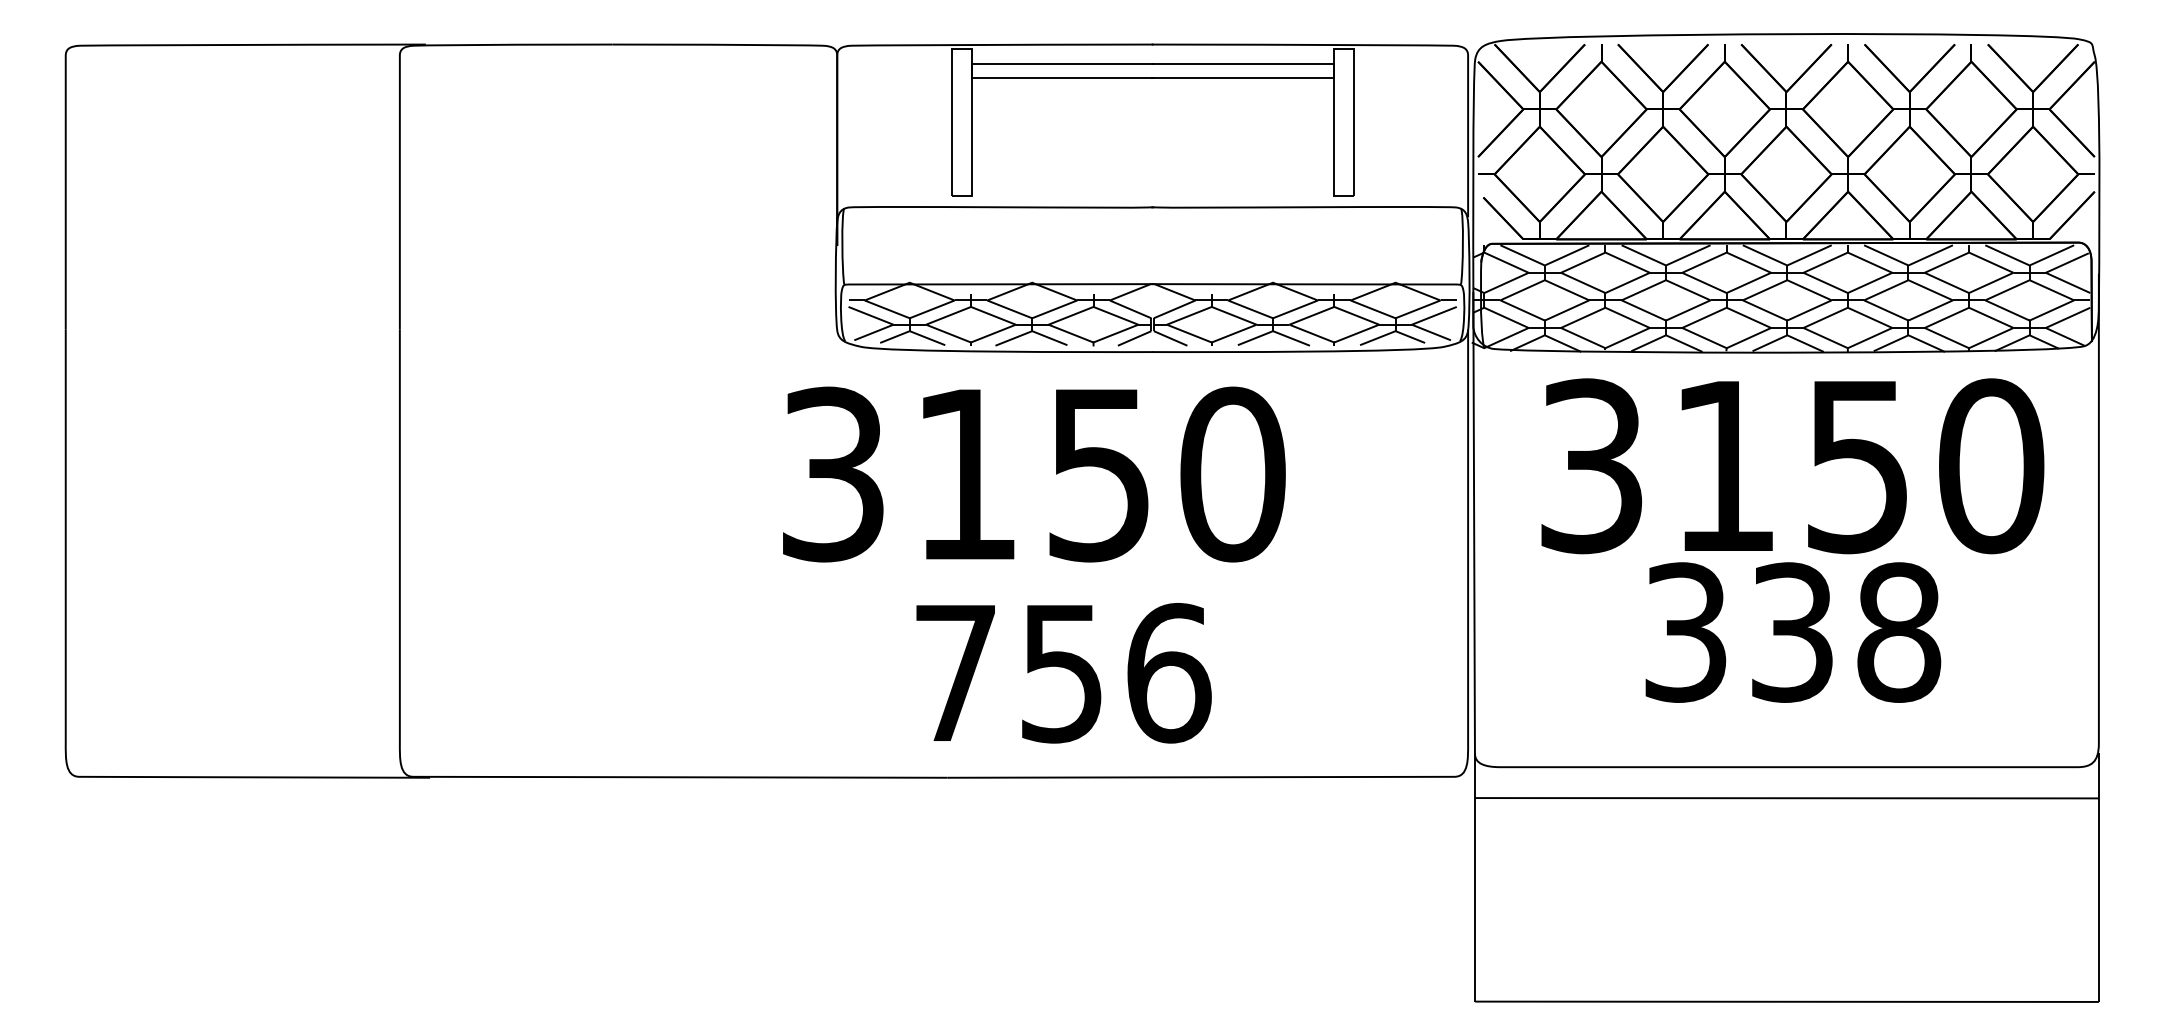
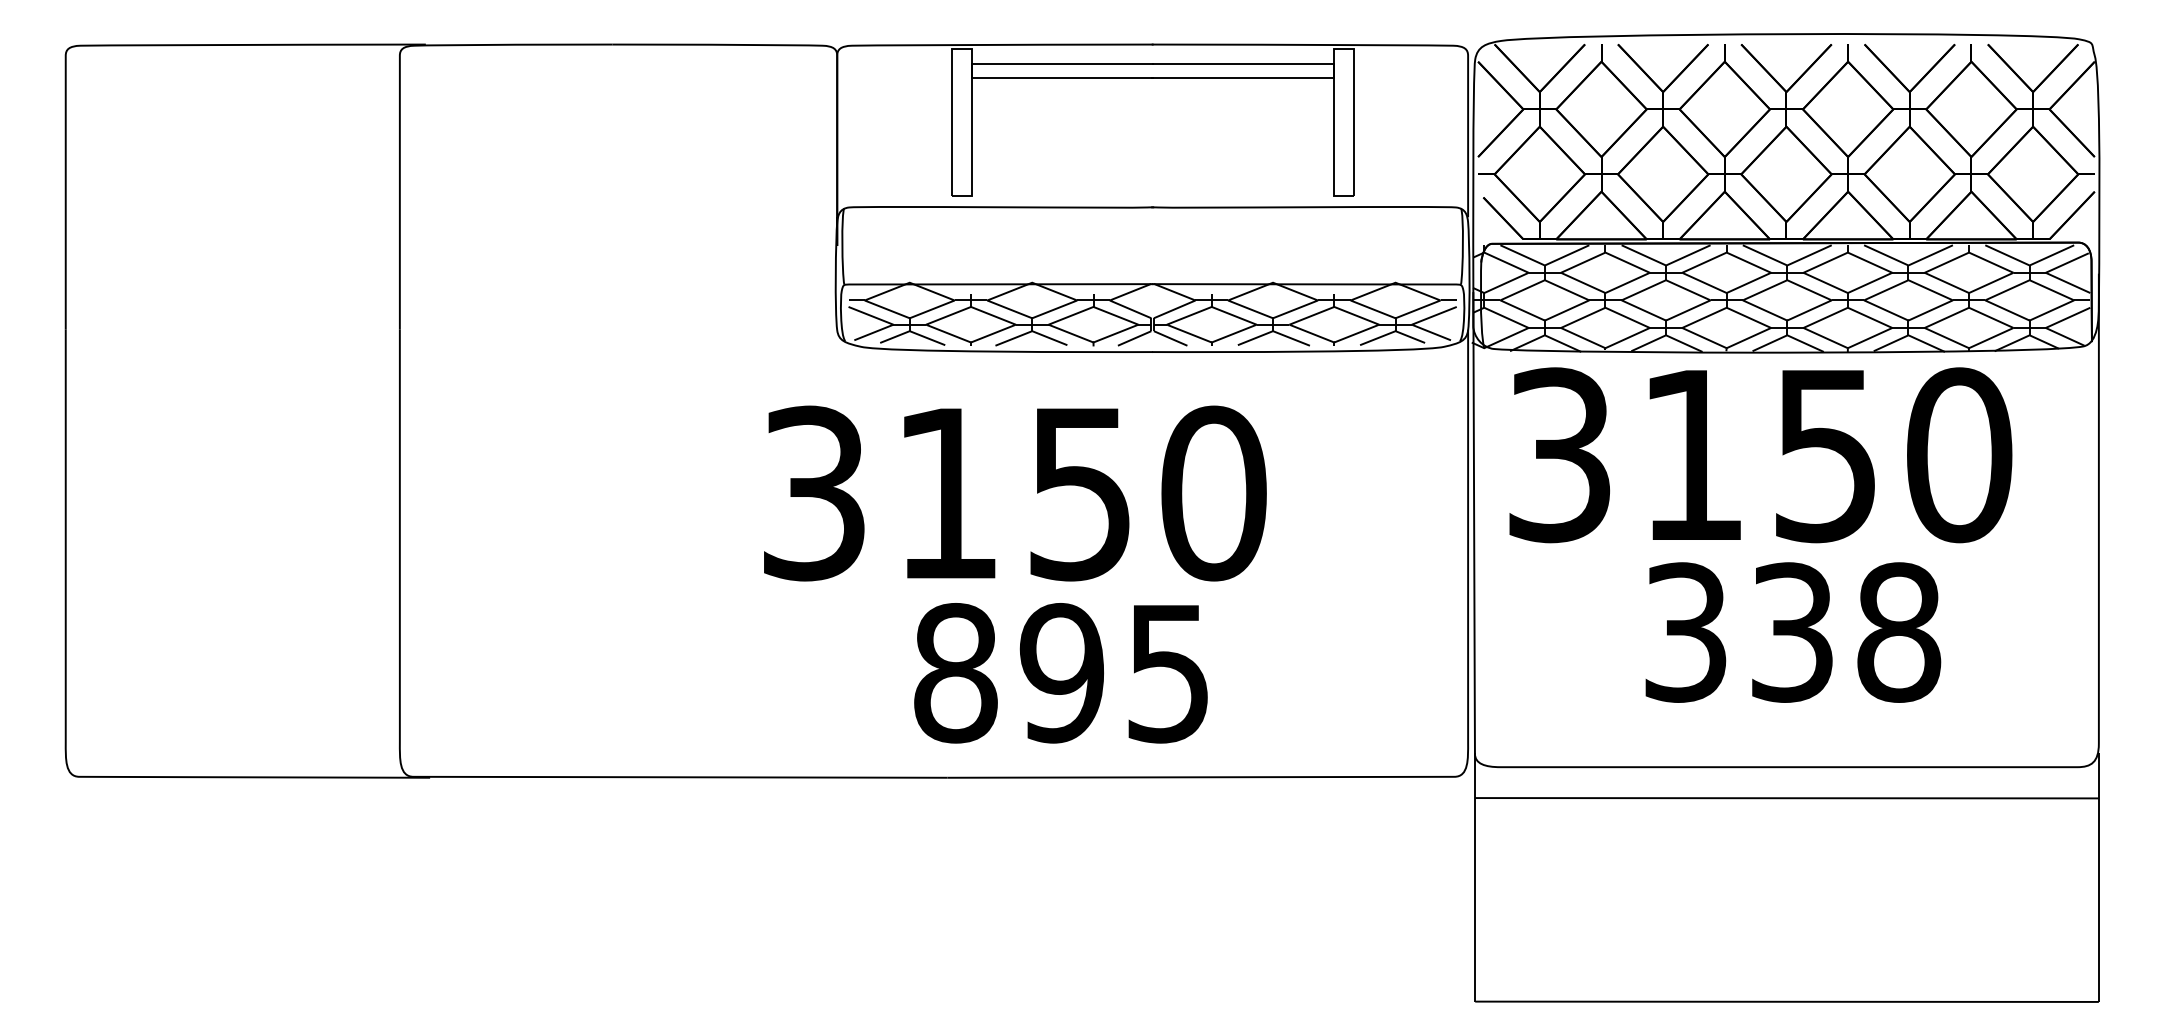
text at (1792, 466) position: (1792, 466) -> (1760, 455)
text at (1034, 474) position: (1034, 474) -> (1015, 493)
text at (1062, 673): 756 -> 895
